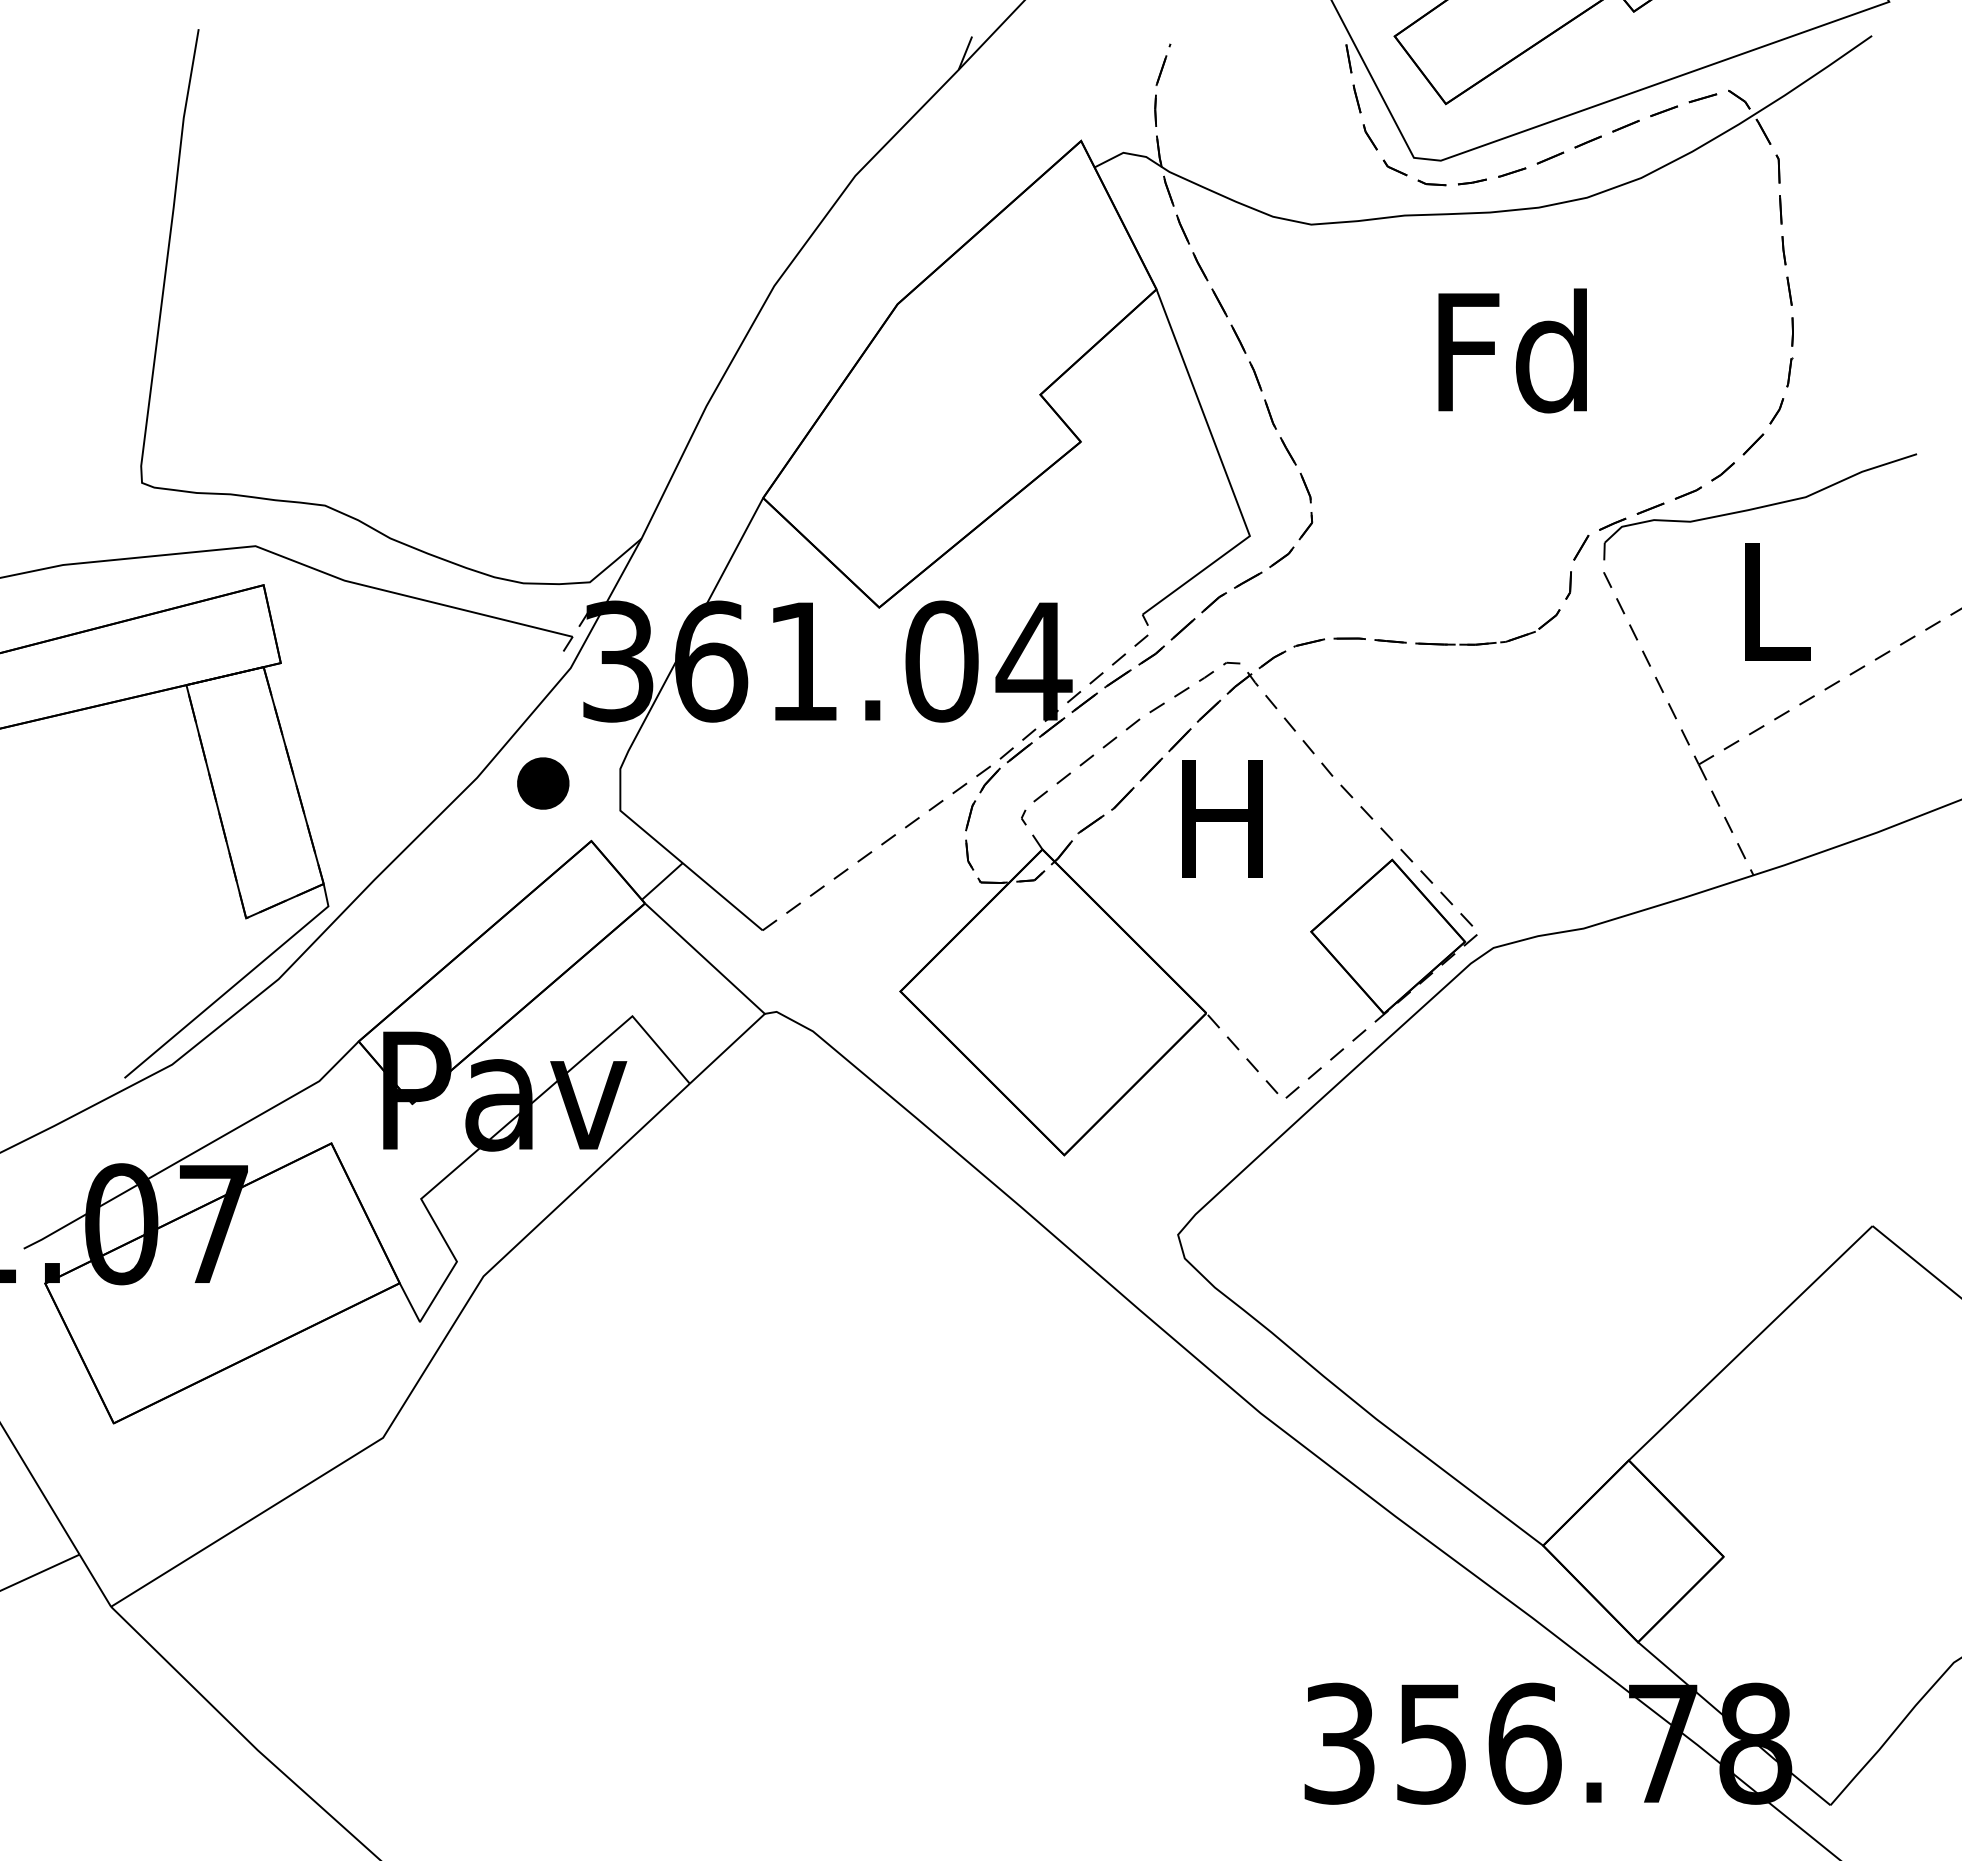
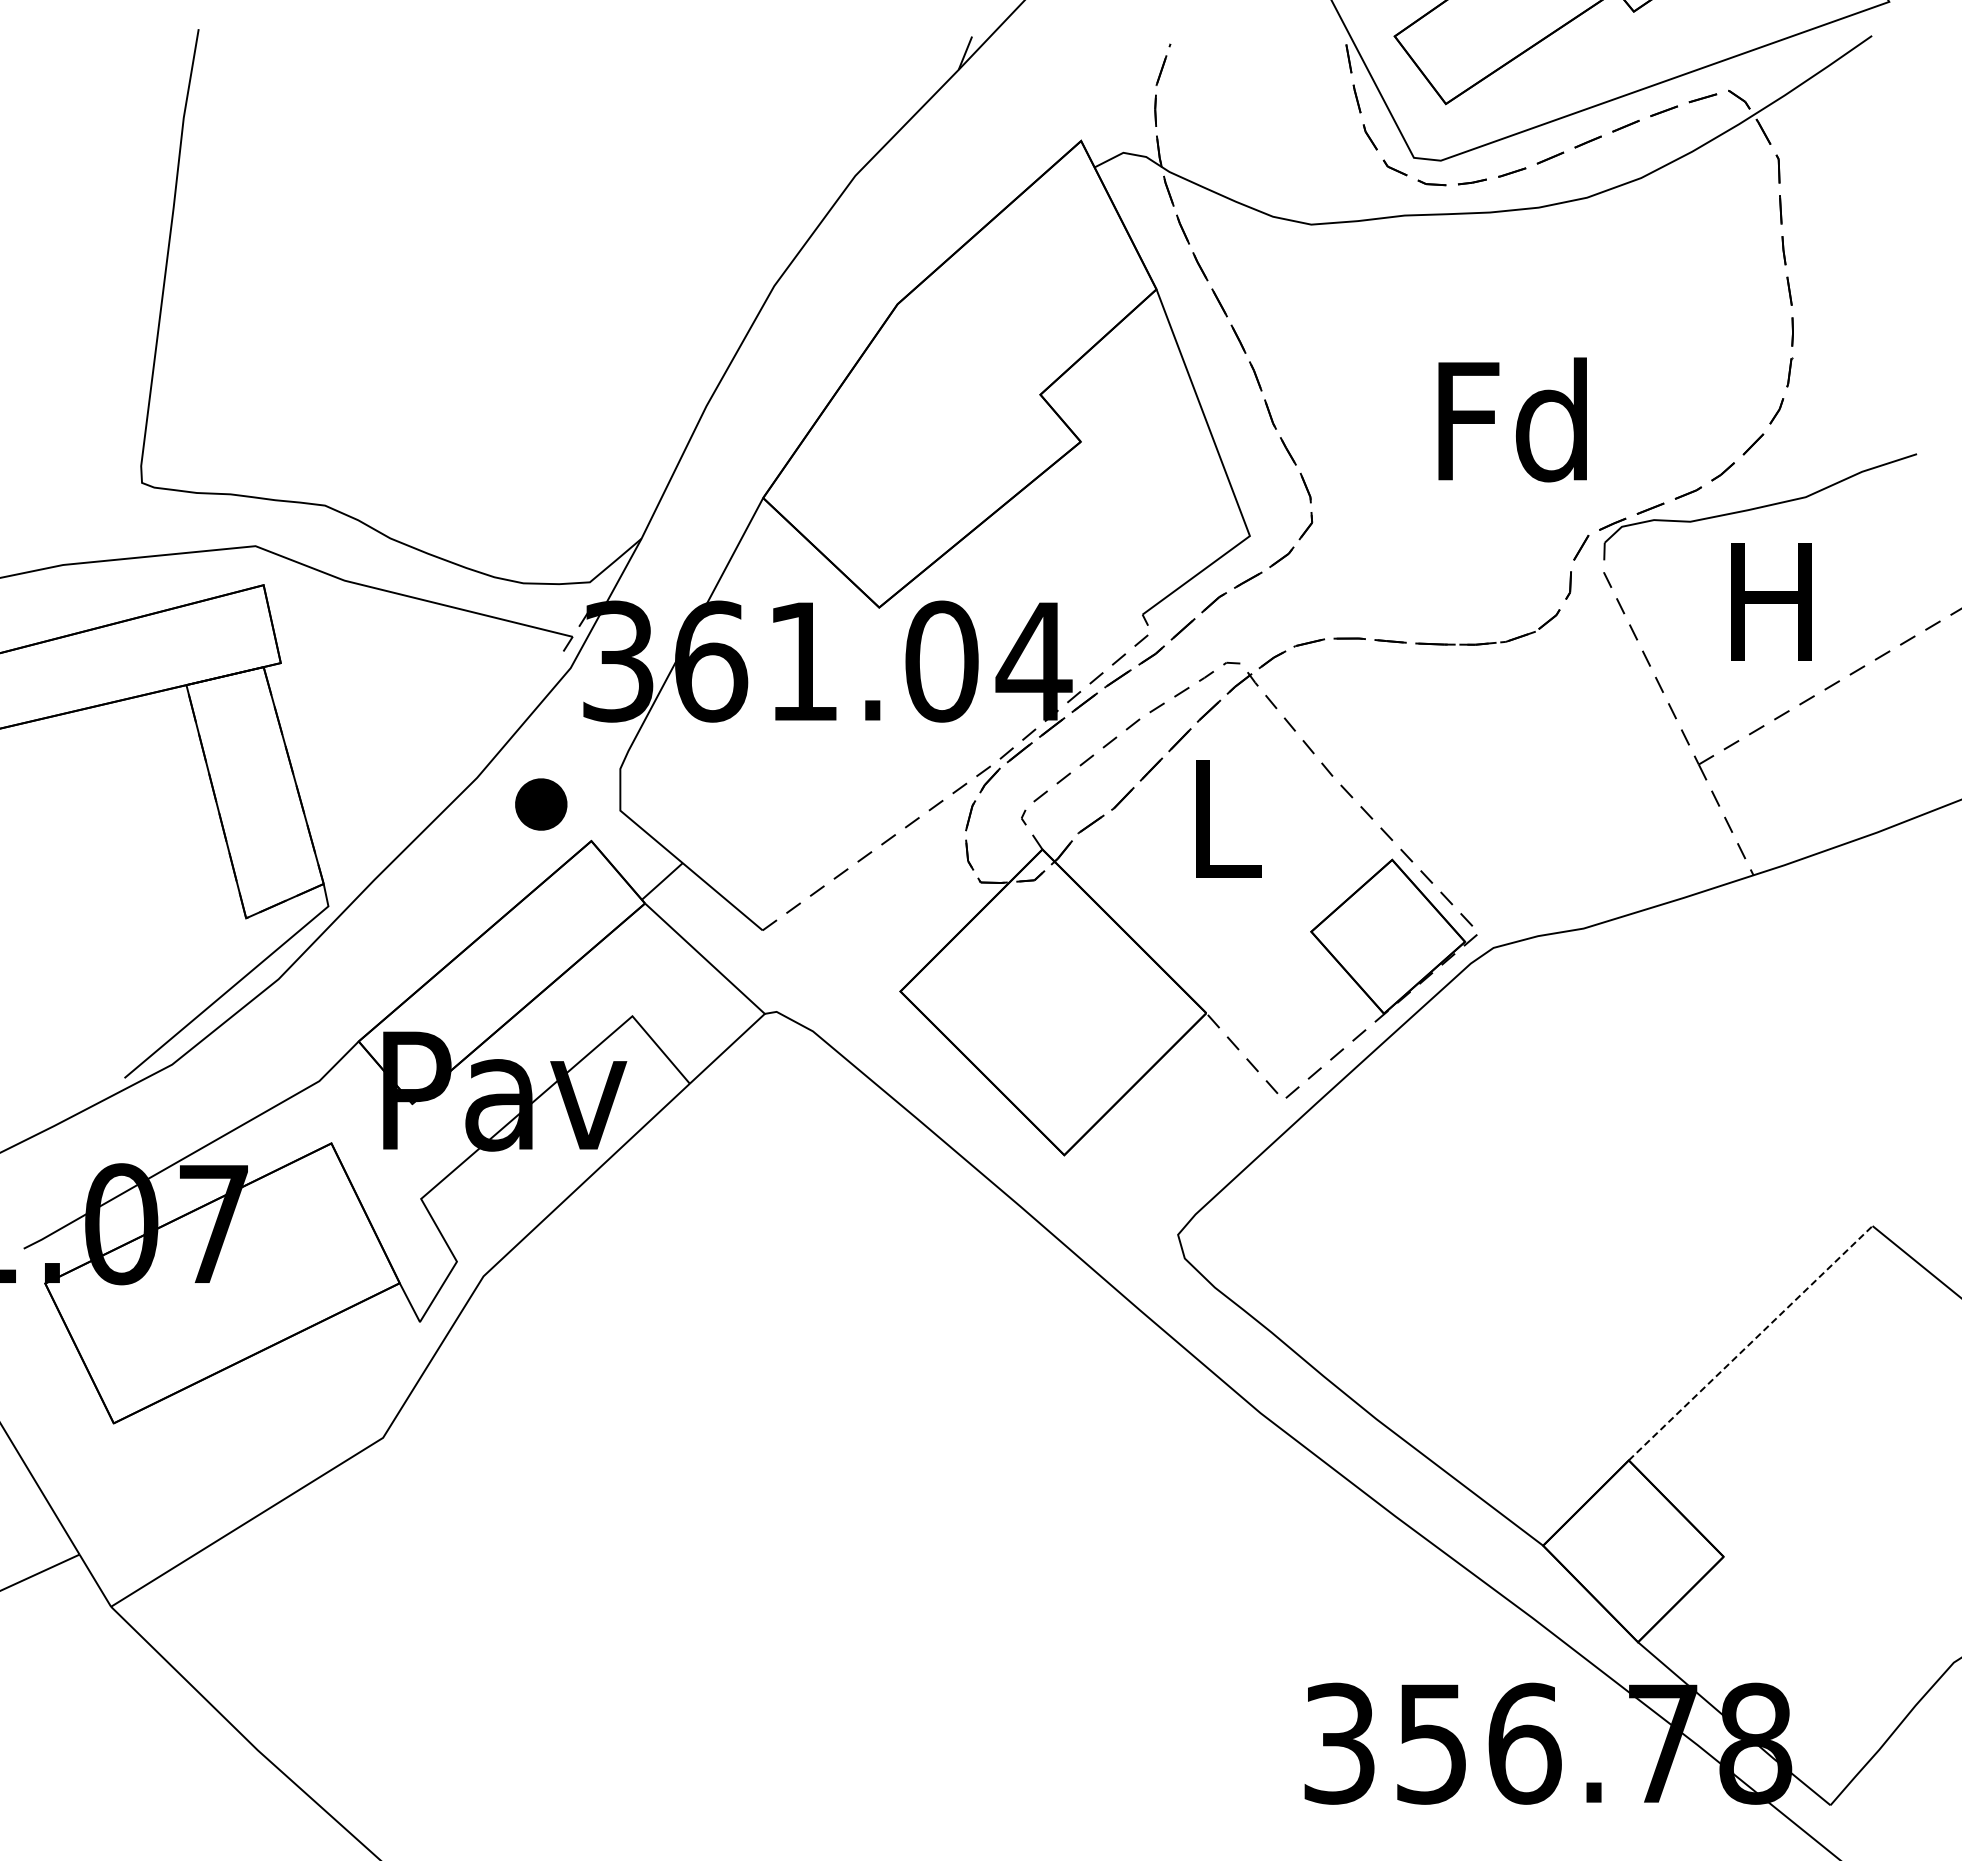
text at (1512, 350) position: (1512, 350) -> (1512, 419)
text at (1771, 601): L -> H
part at (543, 783) position: (543, 783) -> (541, 804)
text at (1222, 818): H -> L
line at (1751, 1342): solid -> dashed
